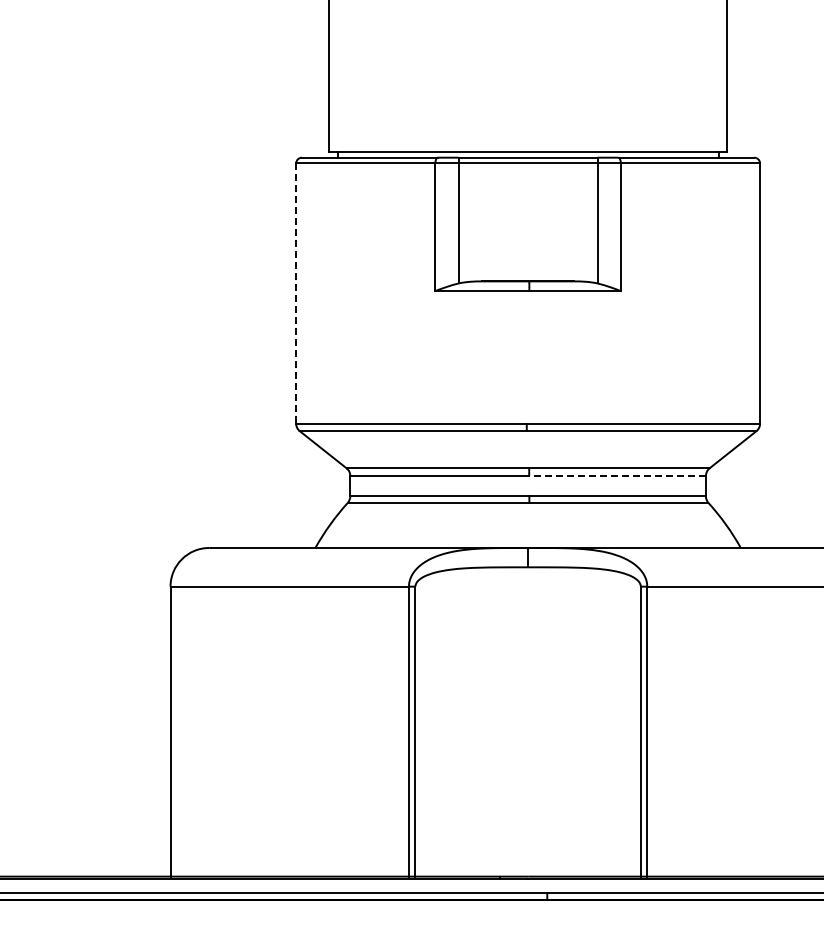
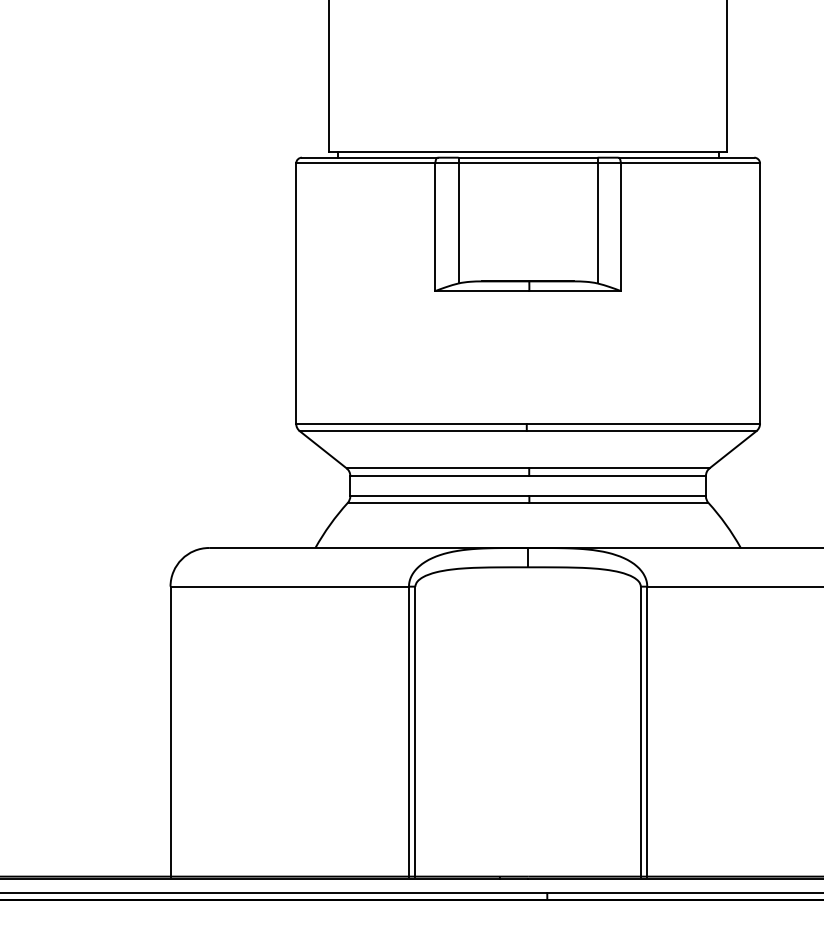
line at (296, 294): dashed -> solid
line at (617, 475): dashed -> solid
